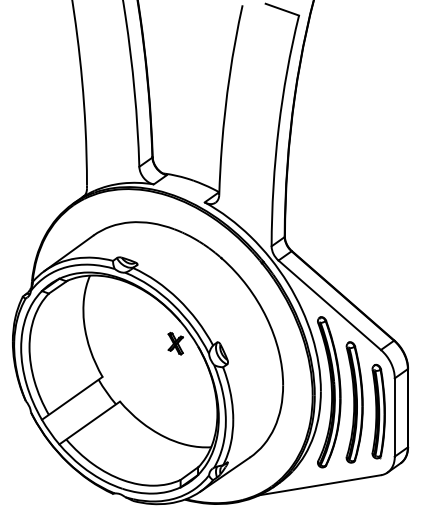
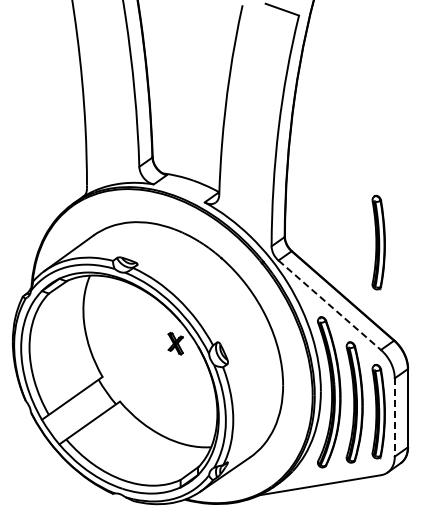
part at (378, 242): none -> present
line at (329, 305): solid -> dashed
line at (394, 417): solid -> dashed
